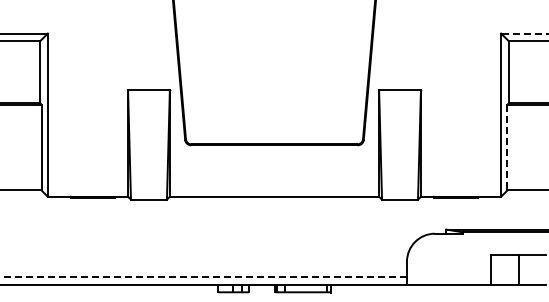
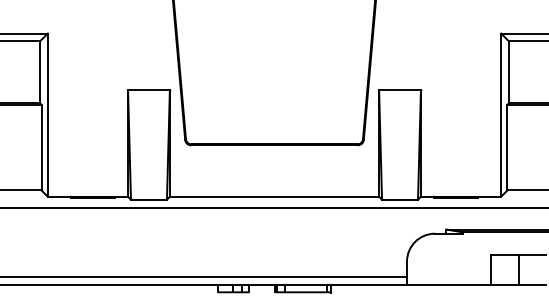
line at (525, 33): dashed -> solid
line at (507, 147): dashed -> solid
line at (273, 207): none -> present
line at (204, 276): dashed -> solid
